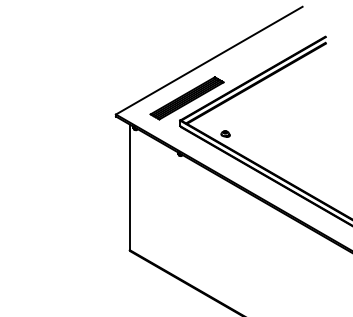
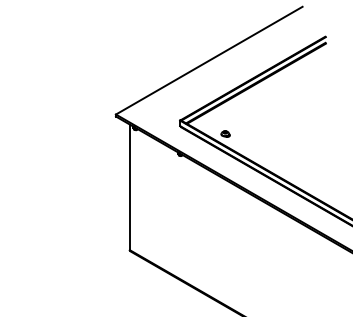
part at (186, 98): present -> none
